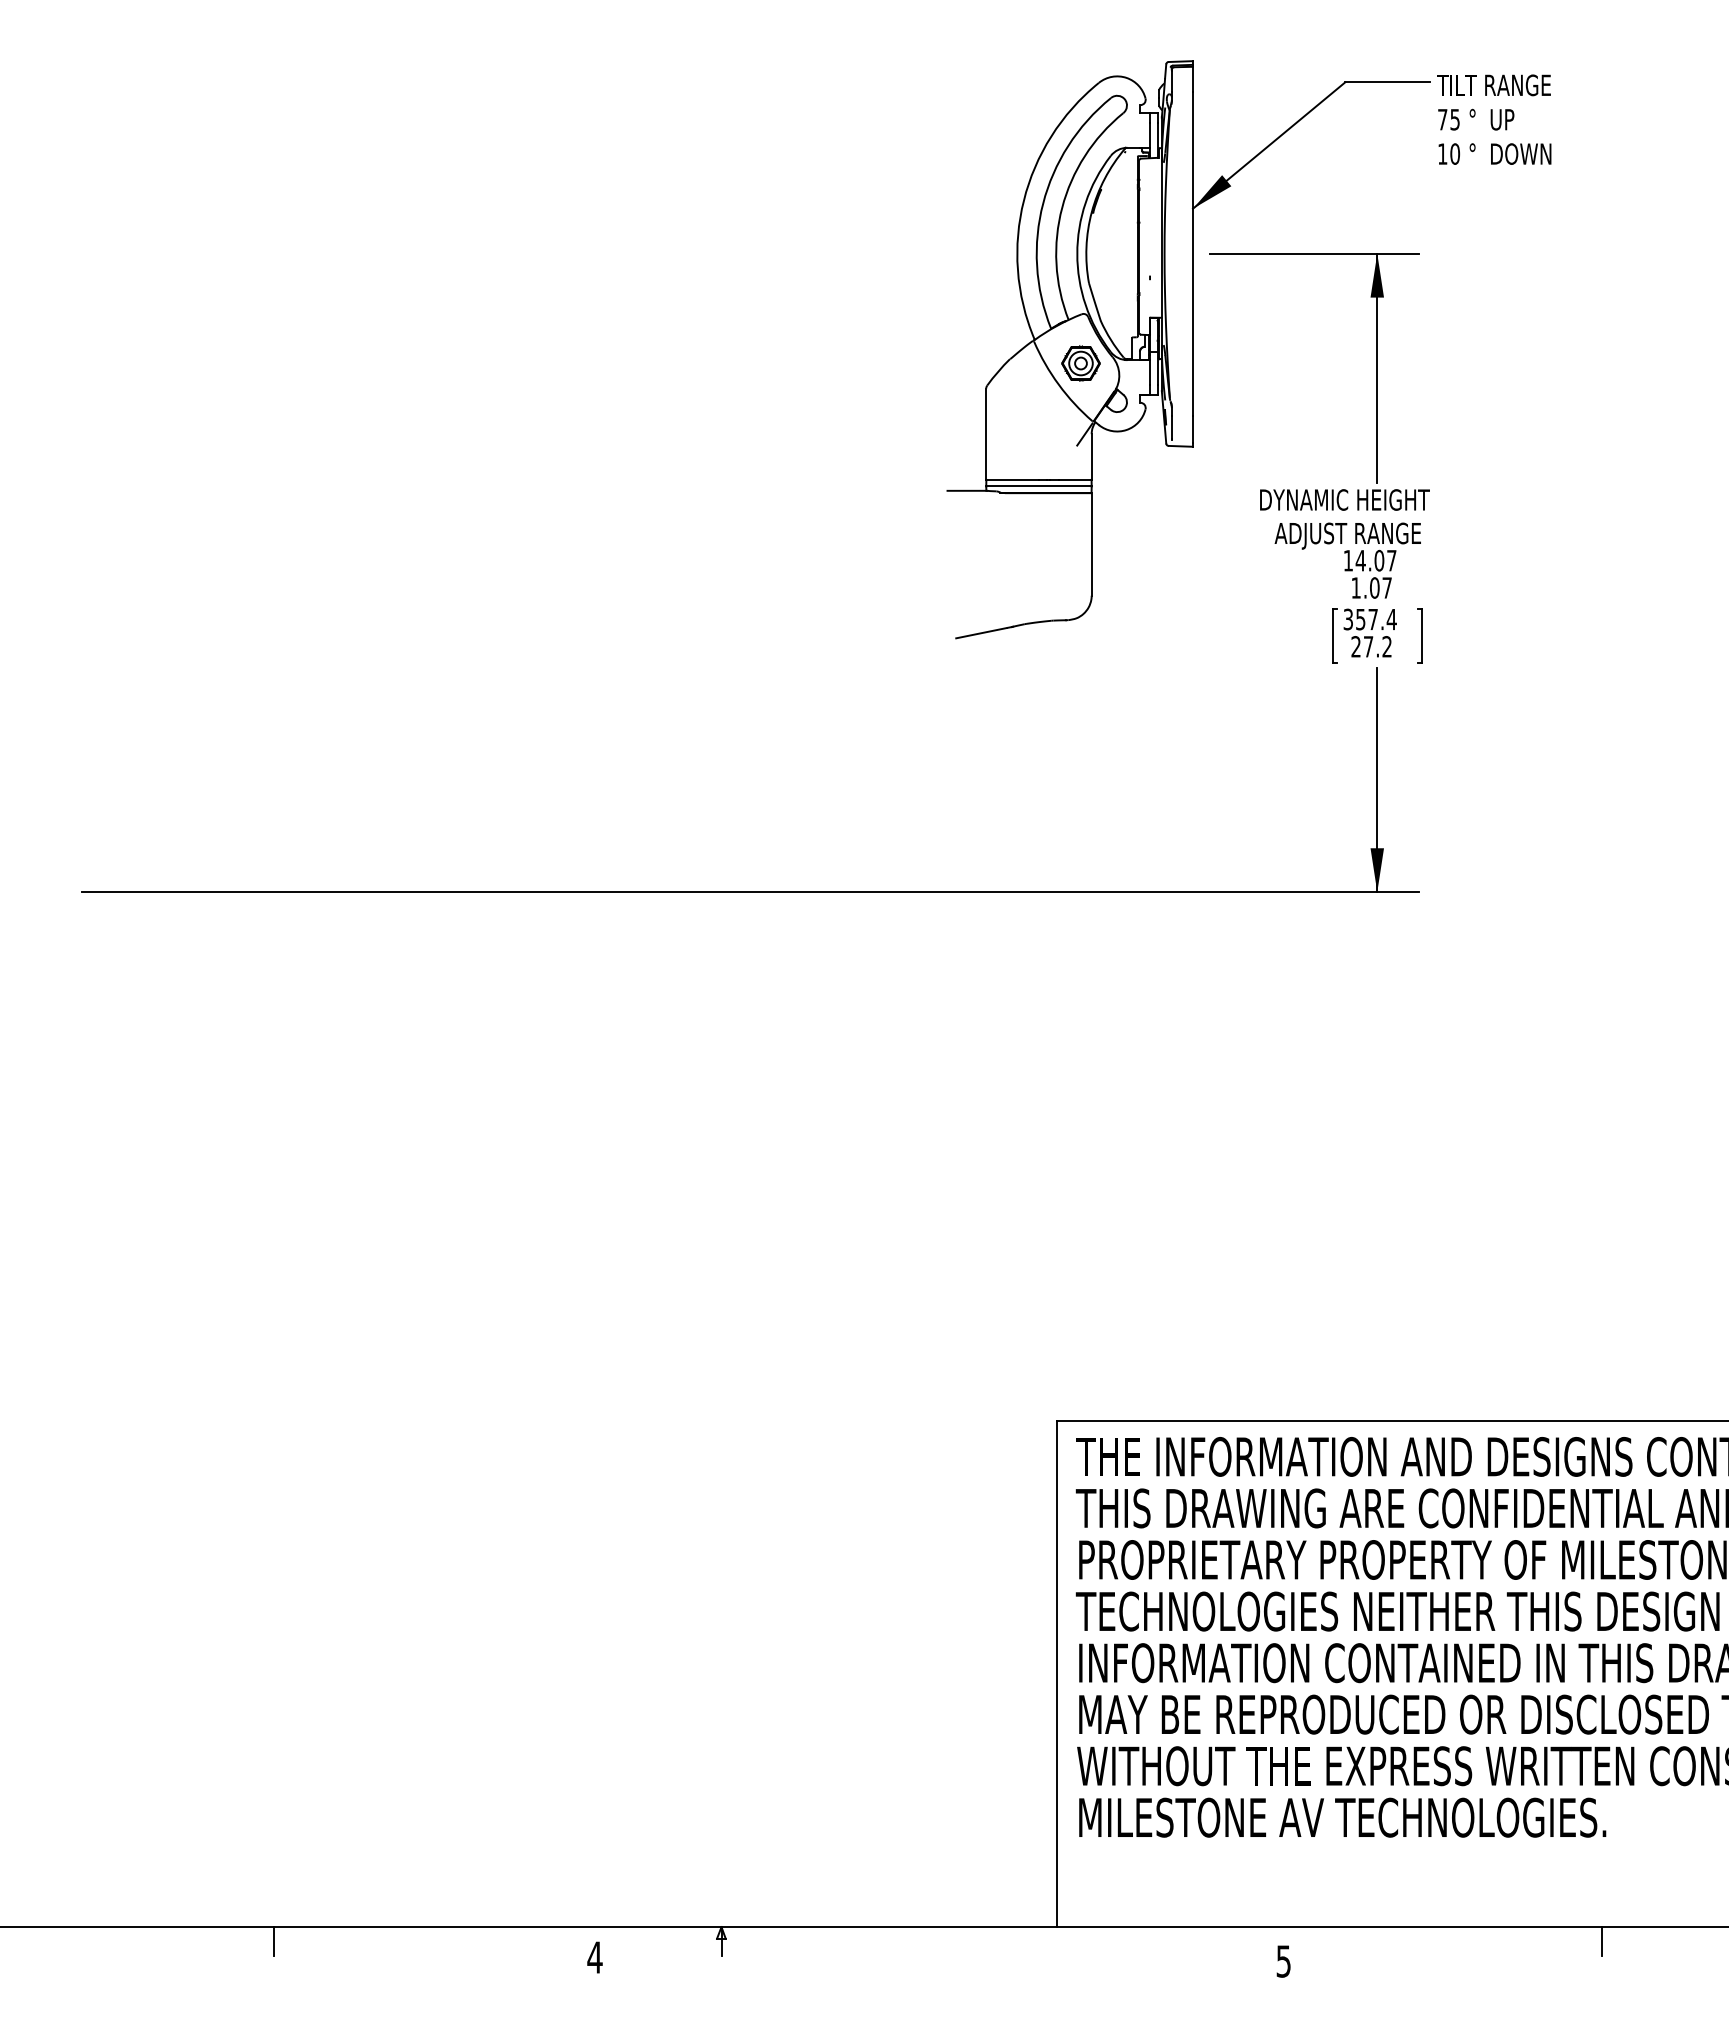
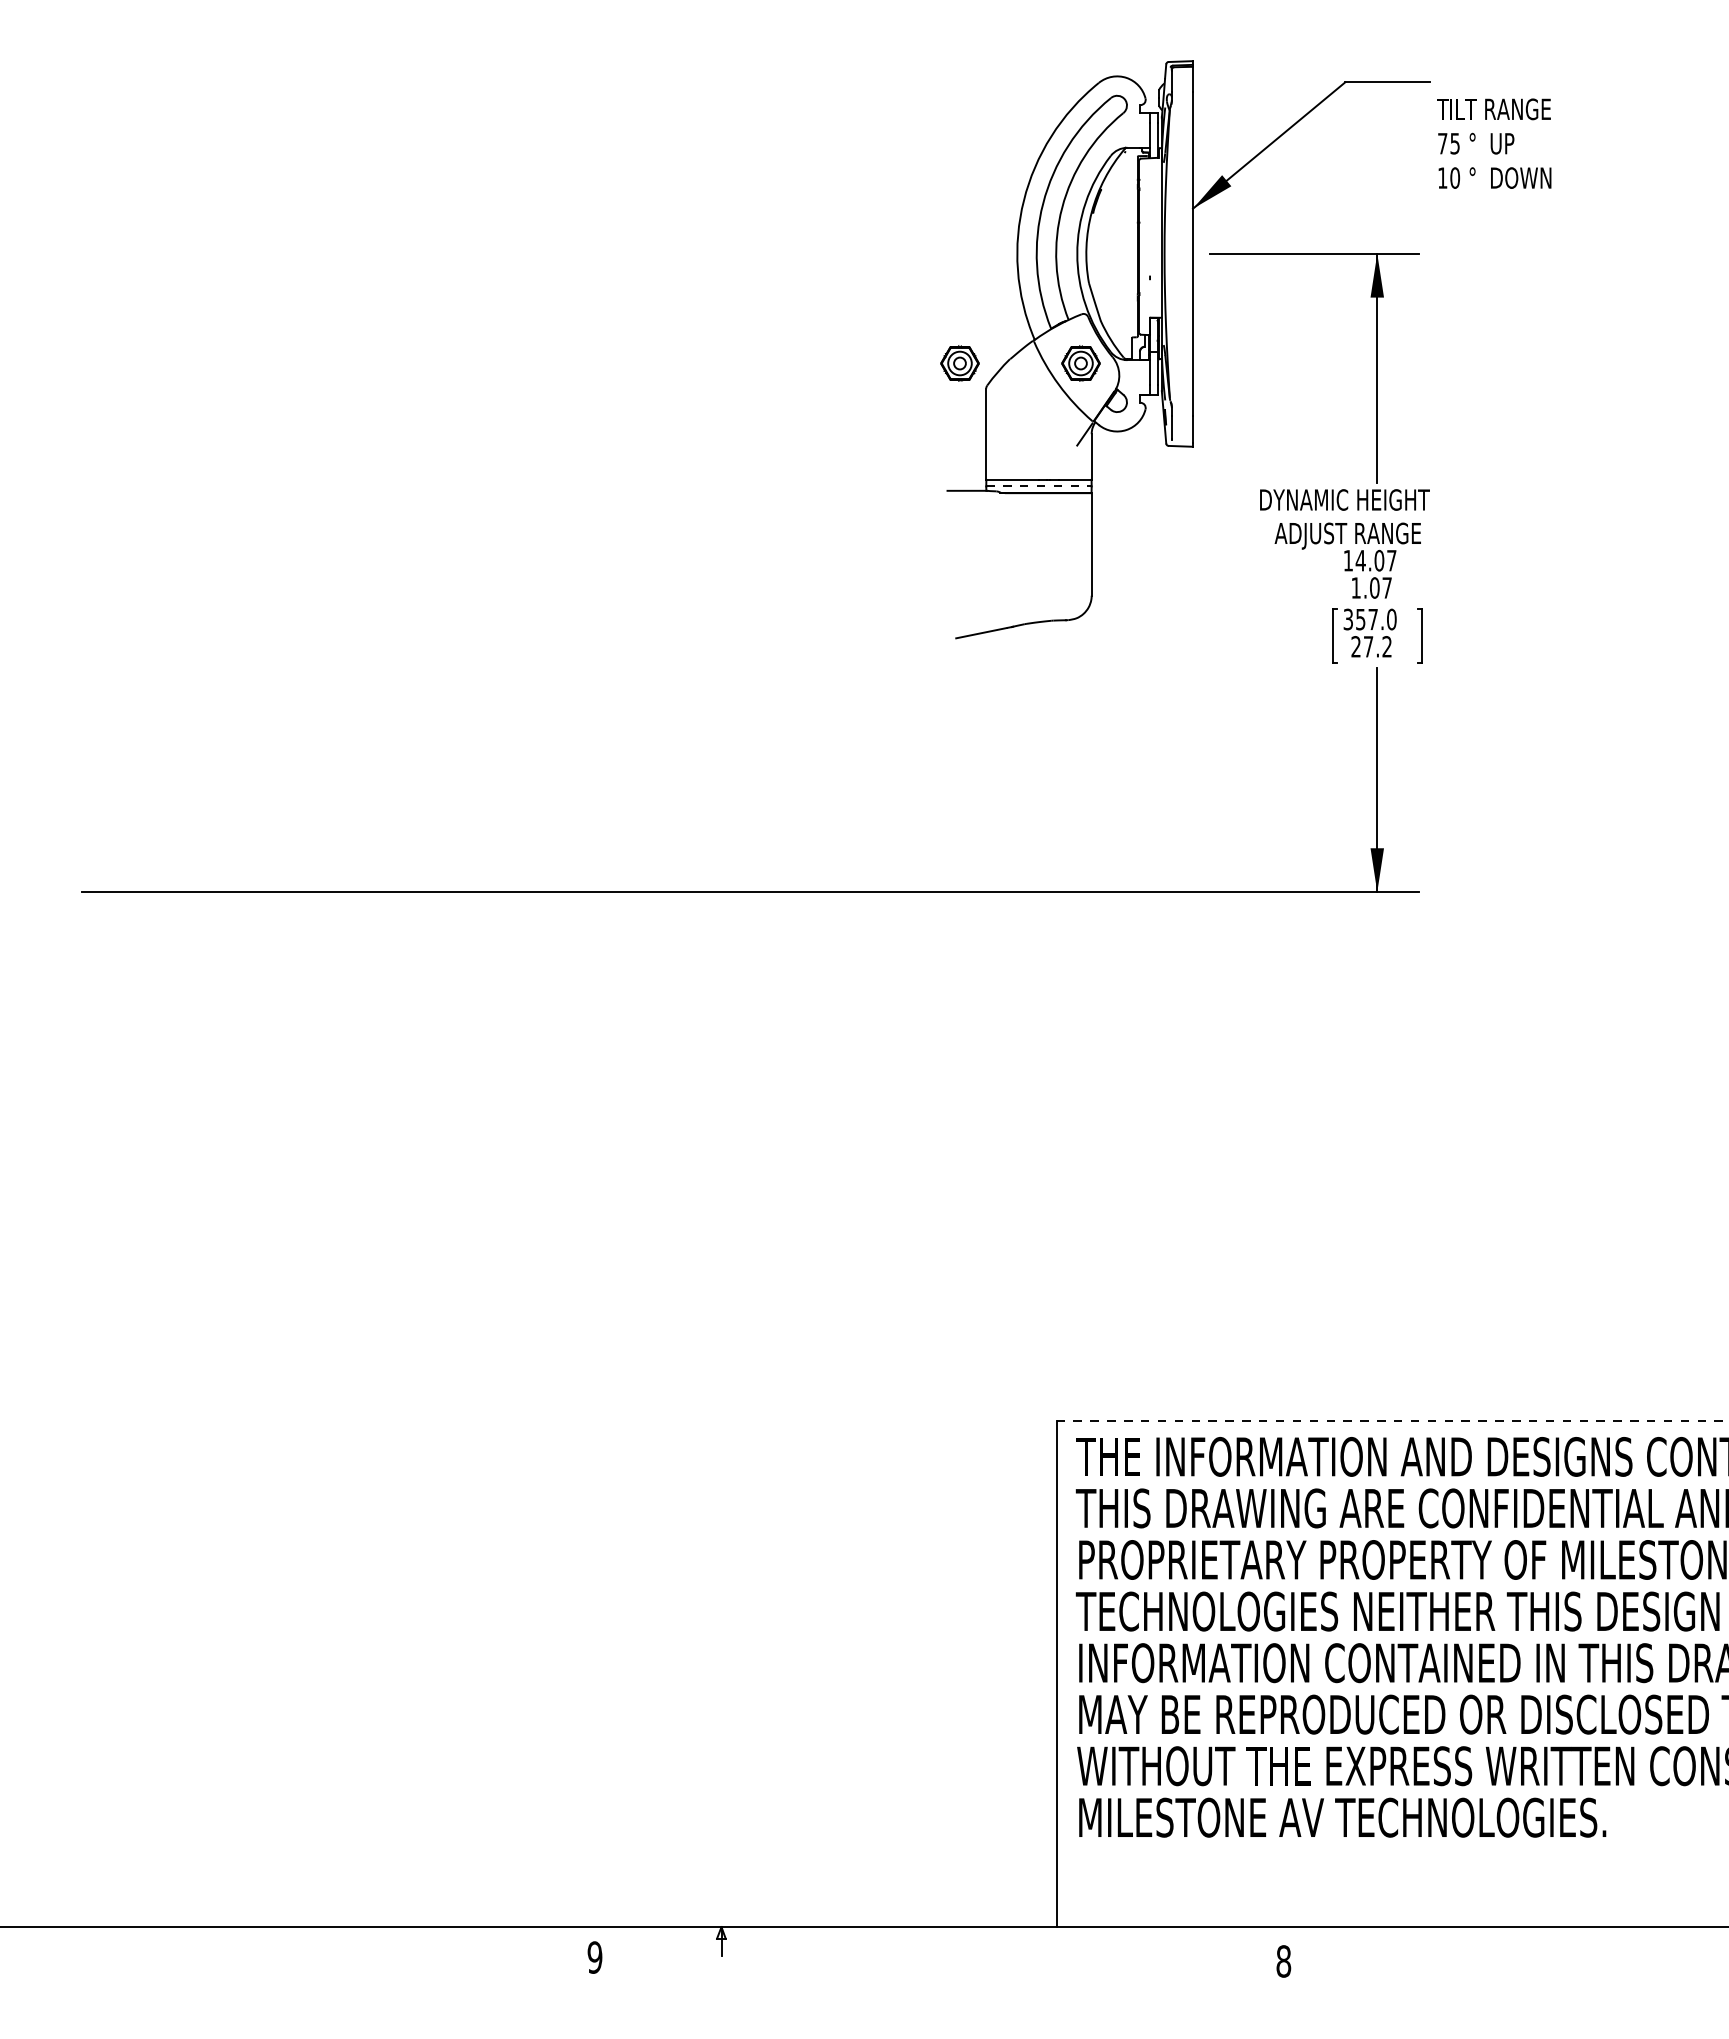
text at (1494, 119) position: (1494, 119) -> (1494, 143)
part at (959, 363): none -> present
line at (1038, 486): solid -> dashed
text at (1391, 619): 357.4 -> 357.0
line at (1392, 1421): solid -> dashed
line at (273, 1941): present -> none
line at (1602, 1941): present -> none
text at (594, 1957): 4 -> 9
text at (1283, 1961): 5 -> 8
